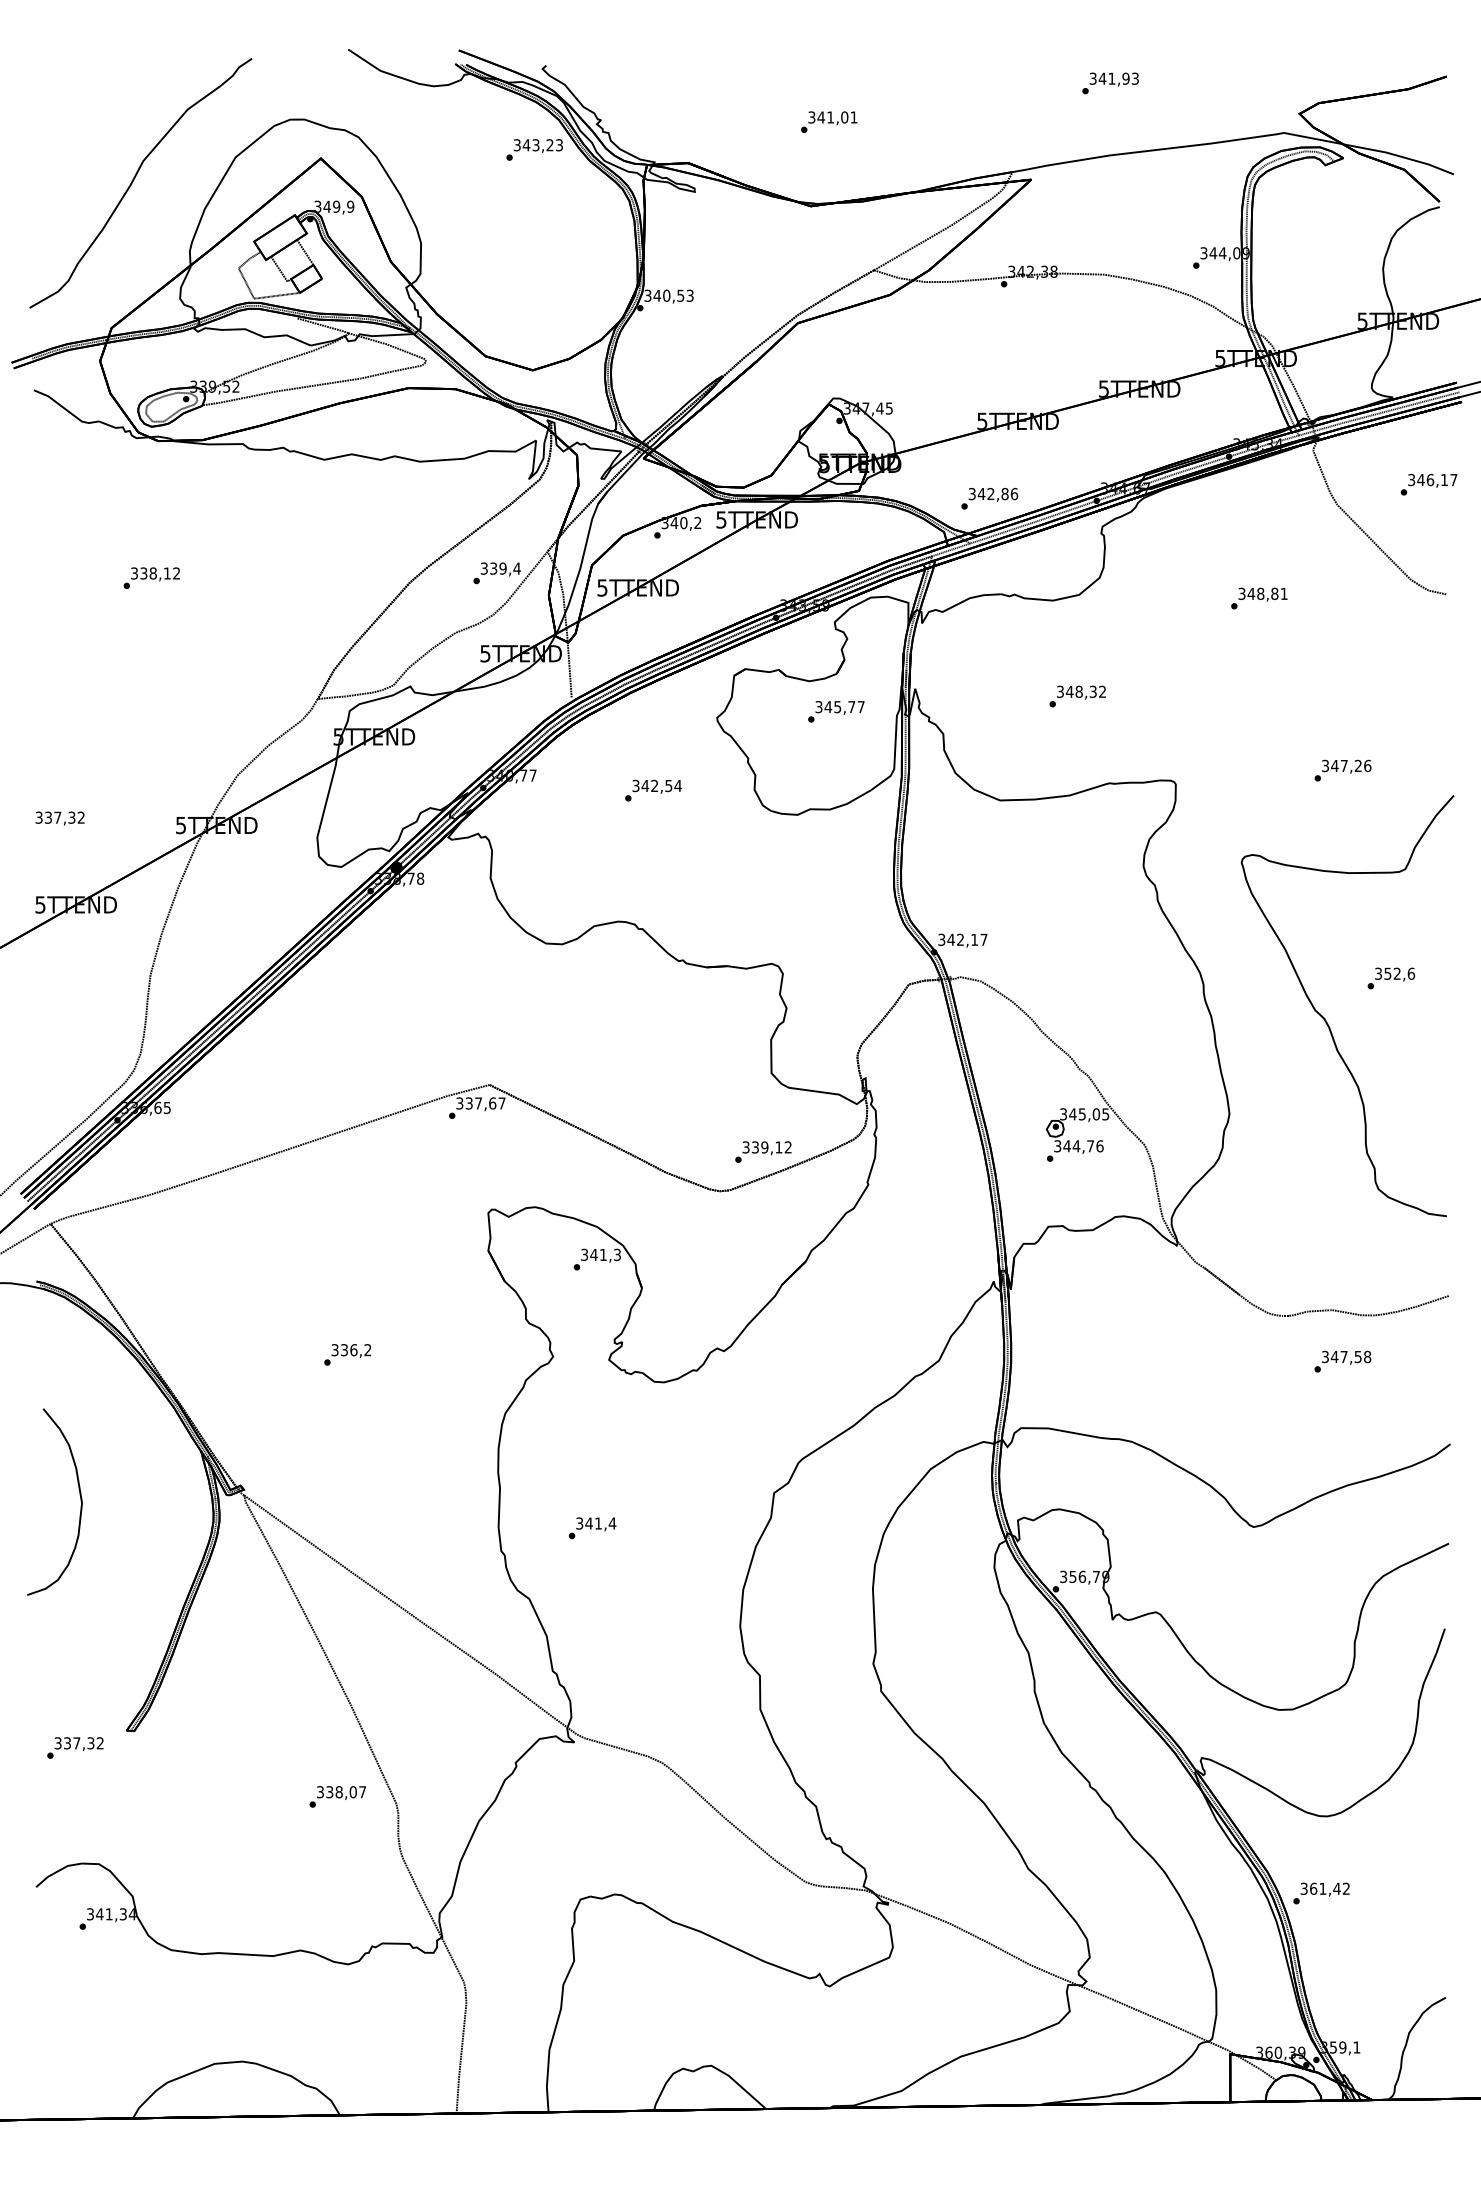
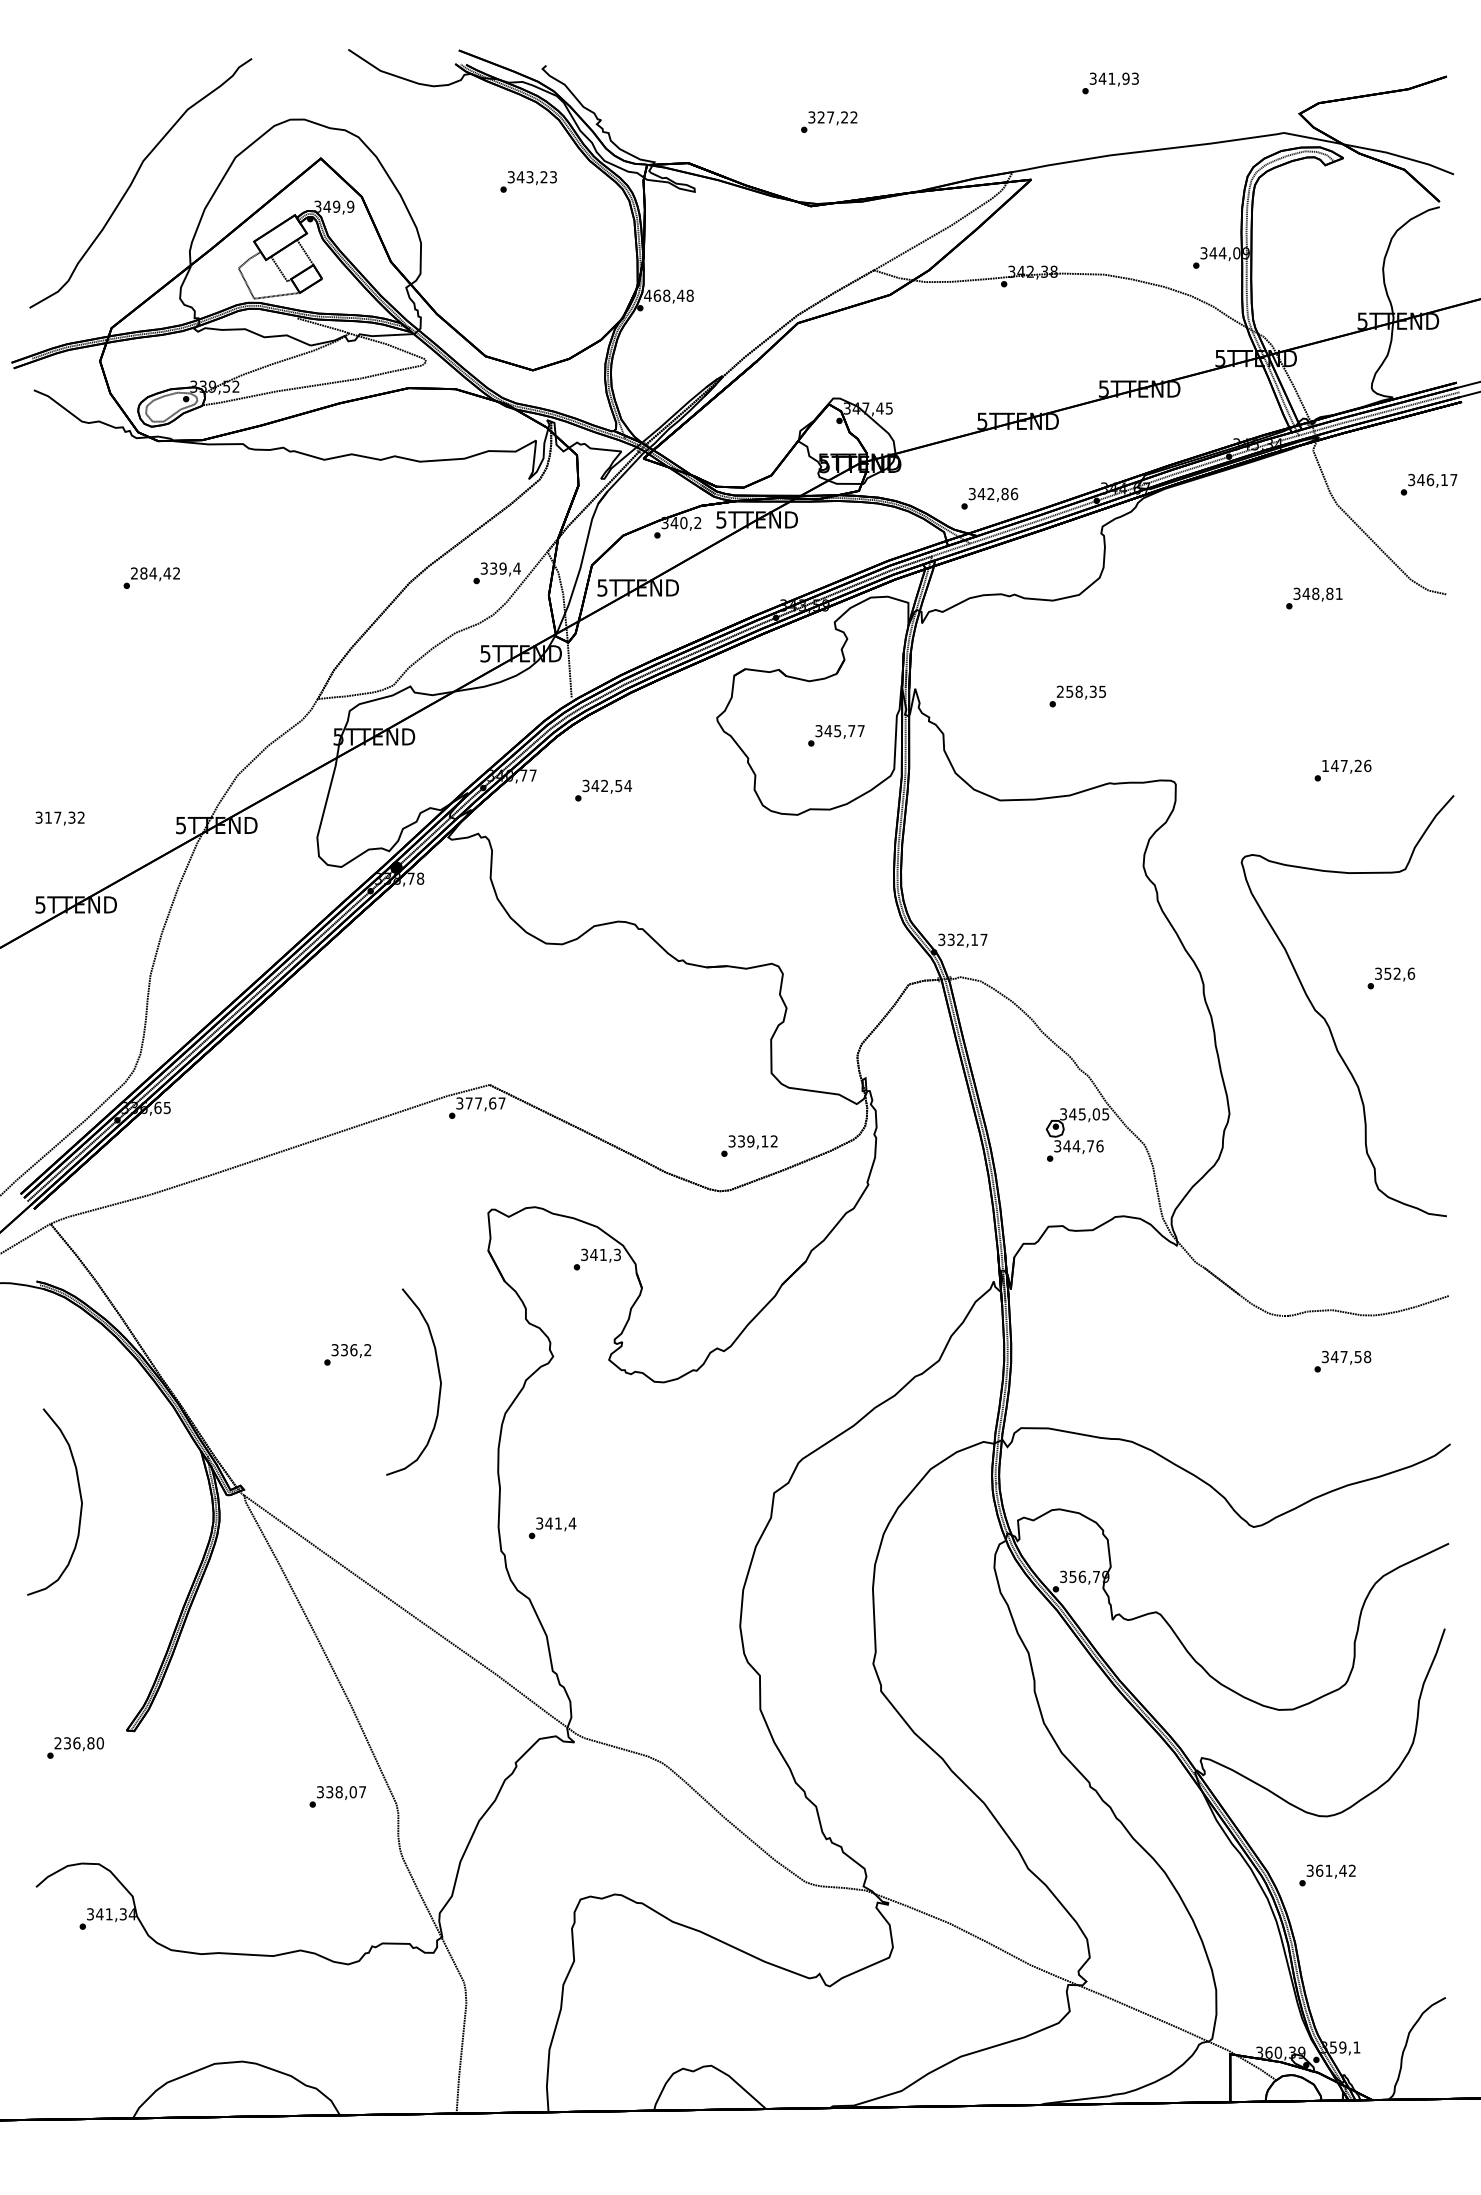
text at (837, 117): 341,01 -> 327,22
text at (534, 149) position: (534, 149) -> (528, 181)
text at (668, 295): 340,53 -> 468,48
text at (151, 573): 338,12 -> 284,42
text at (1259, 598) position: (1259, 598) -> (1314, 598)
text at (1081, 691): 348,32 -> 258,35
text at (836, 711) position: (836, 711) -> (836, 735)
text at (1325, 765): 347,26 -> 147,26
text at (653, 790) position: (653, 790) -> (603, 790)
text at (48, 817): 337,32 -> 317,32
text at (951, 939): 342,17 -> 332,17
text at (468, 1103): 337,67 -> 377,67
text at (763, 1151) position: (763, 1151) -> (749, 1145)
curve at (438, 1375): none -> present
text at (592, 1527) position: (592, 1527) -> (552, 1527)
text at (78, 1743): 337,32 -> 236,80
text at (1321, 1893) position: (1321, 1893) -> (1327, 1875)
